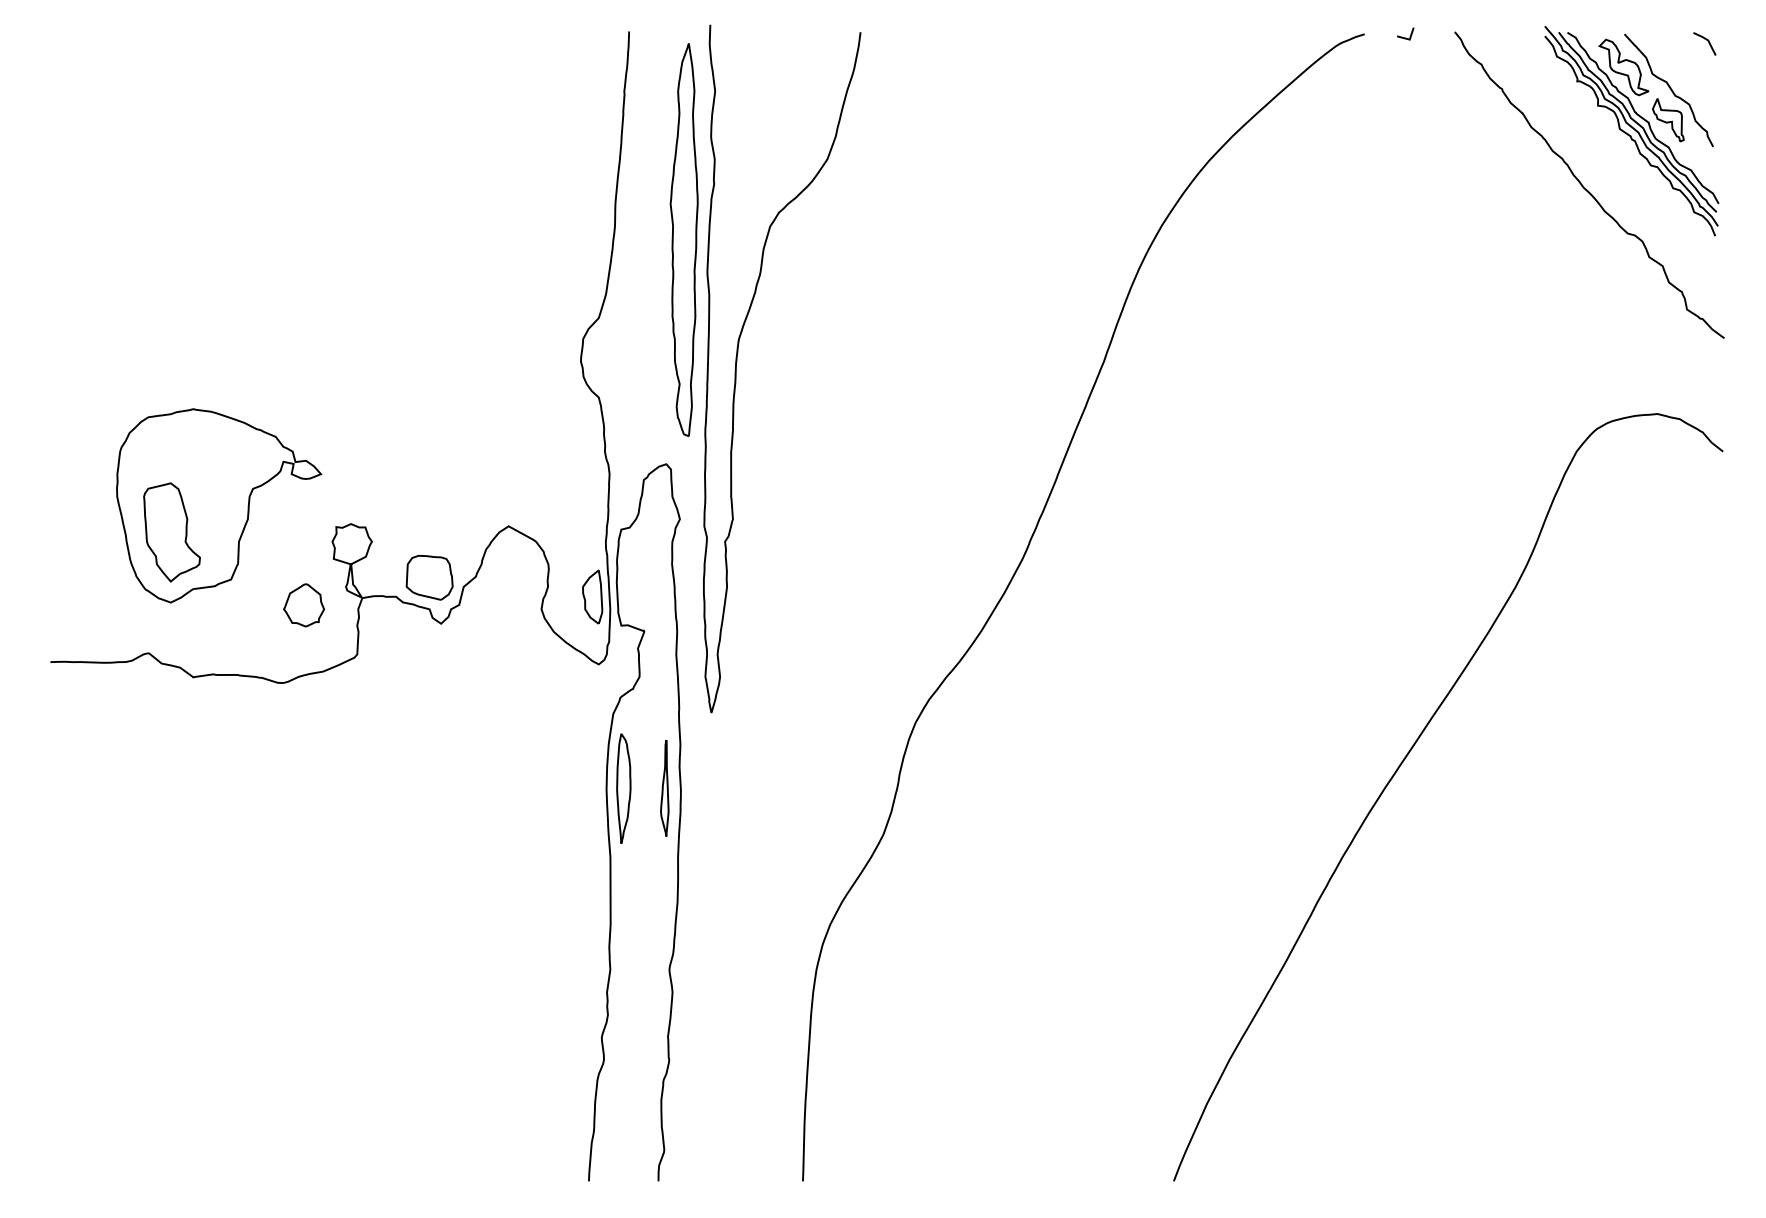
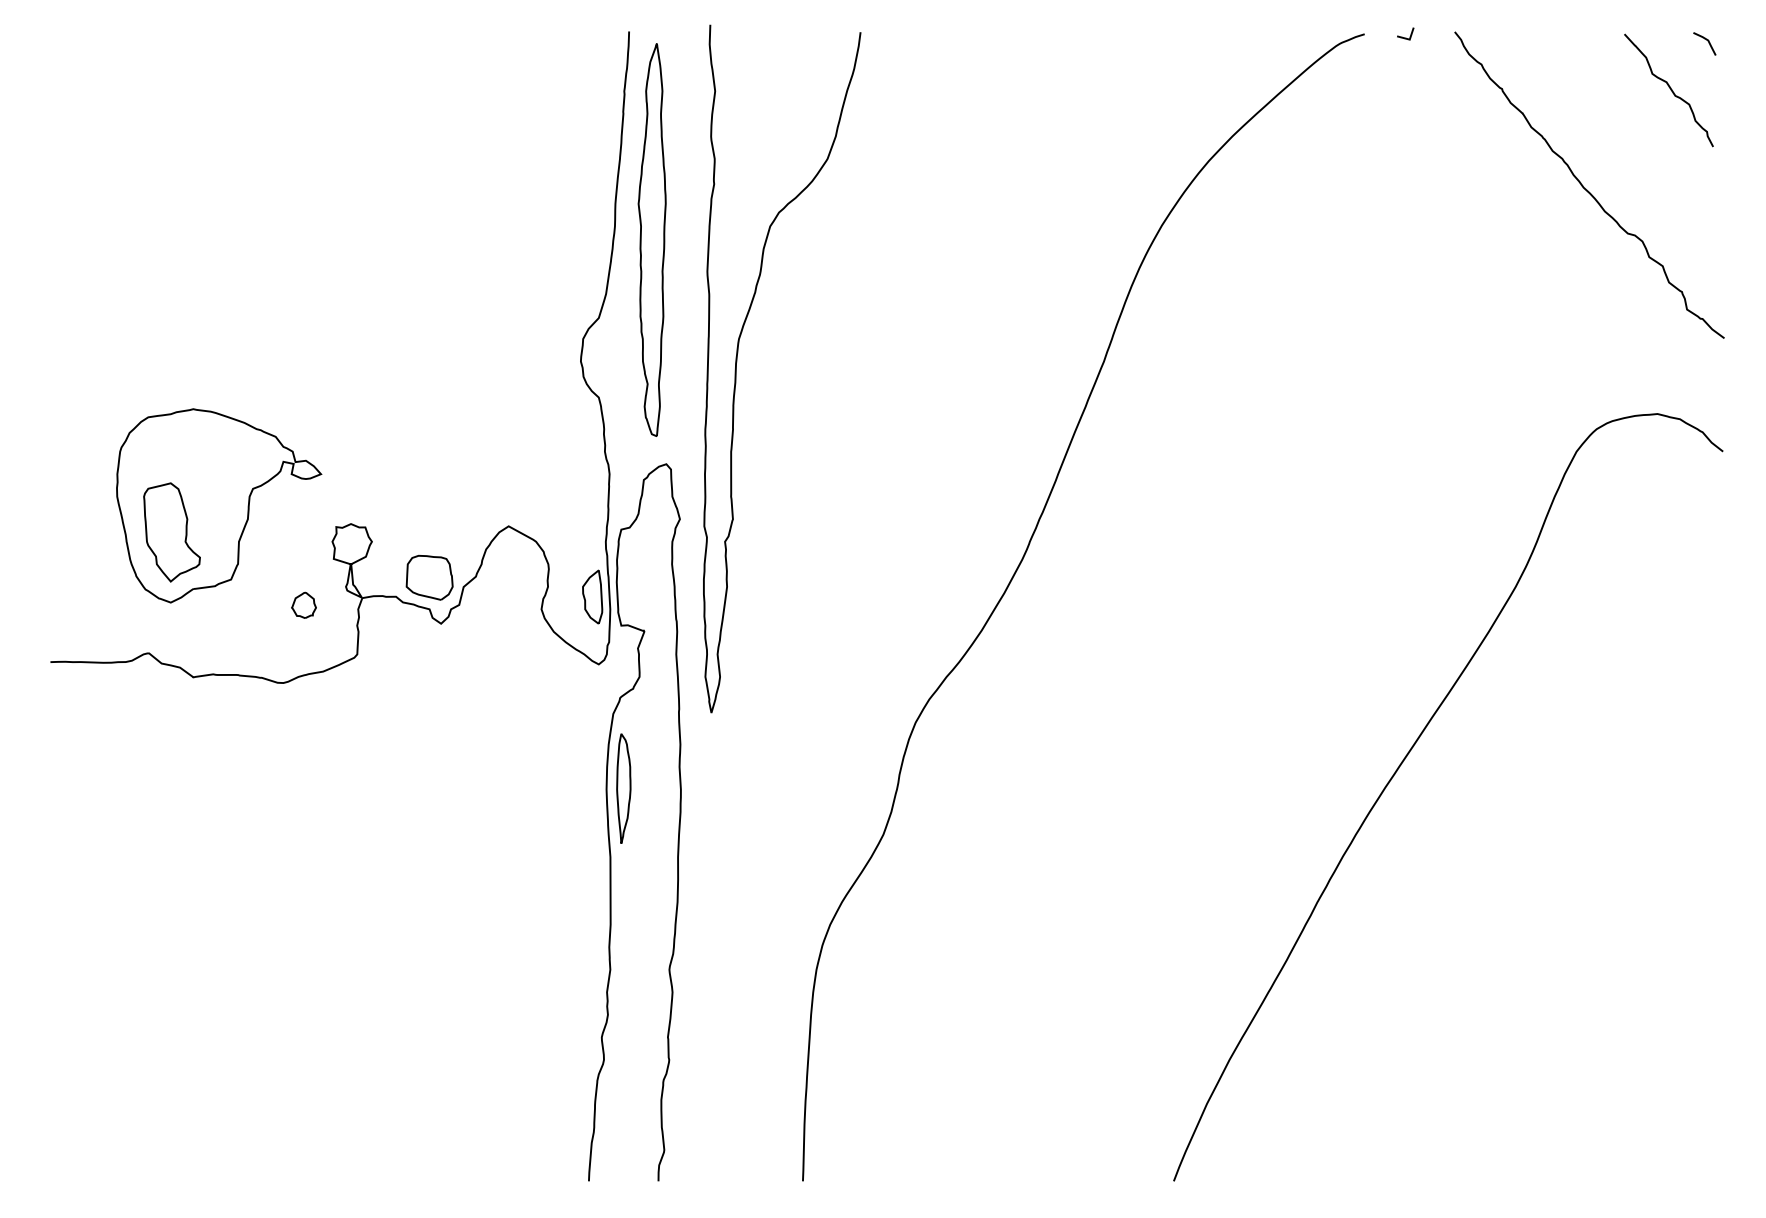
part at (1631, 131): present -> none
part at (683, 239) position: (683, 239) -> (651, 239)
part at (303, 605) size: 42x45 px -> 26x28 px
part at (664, 788): present -> none
